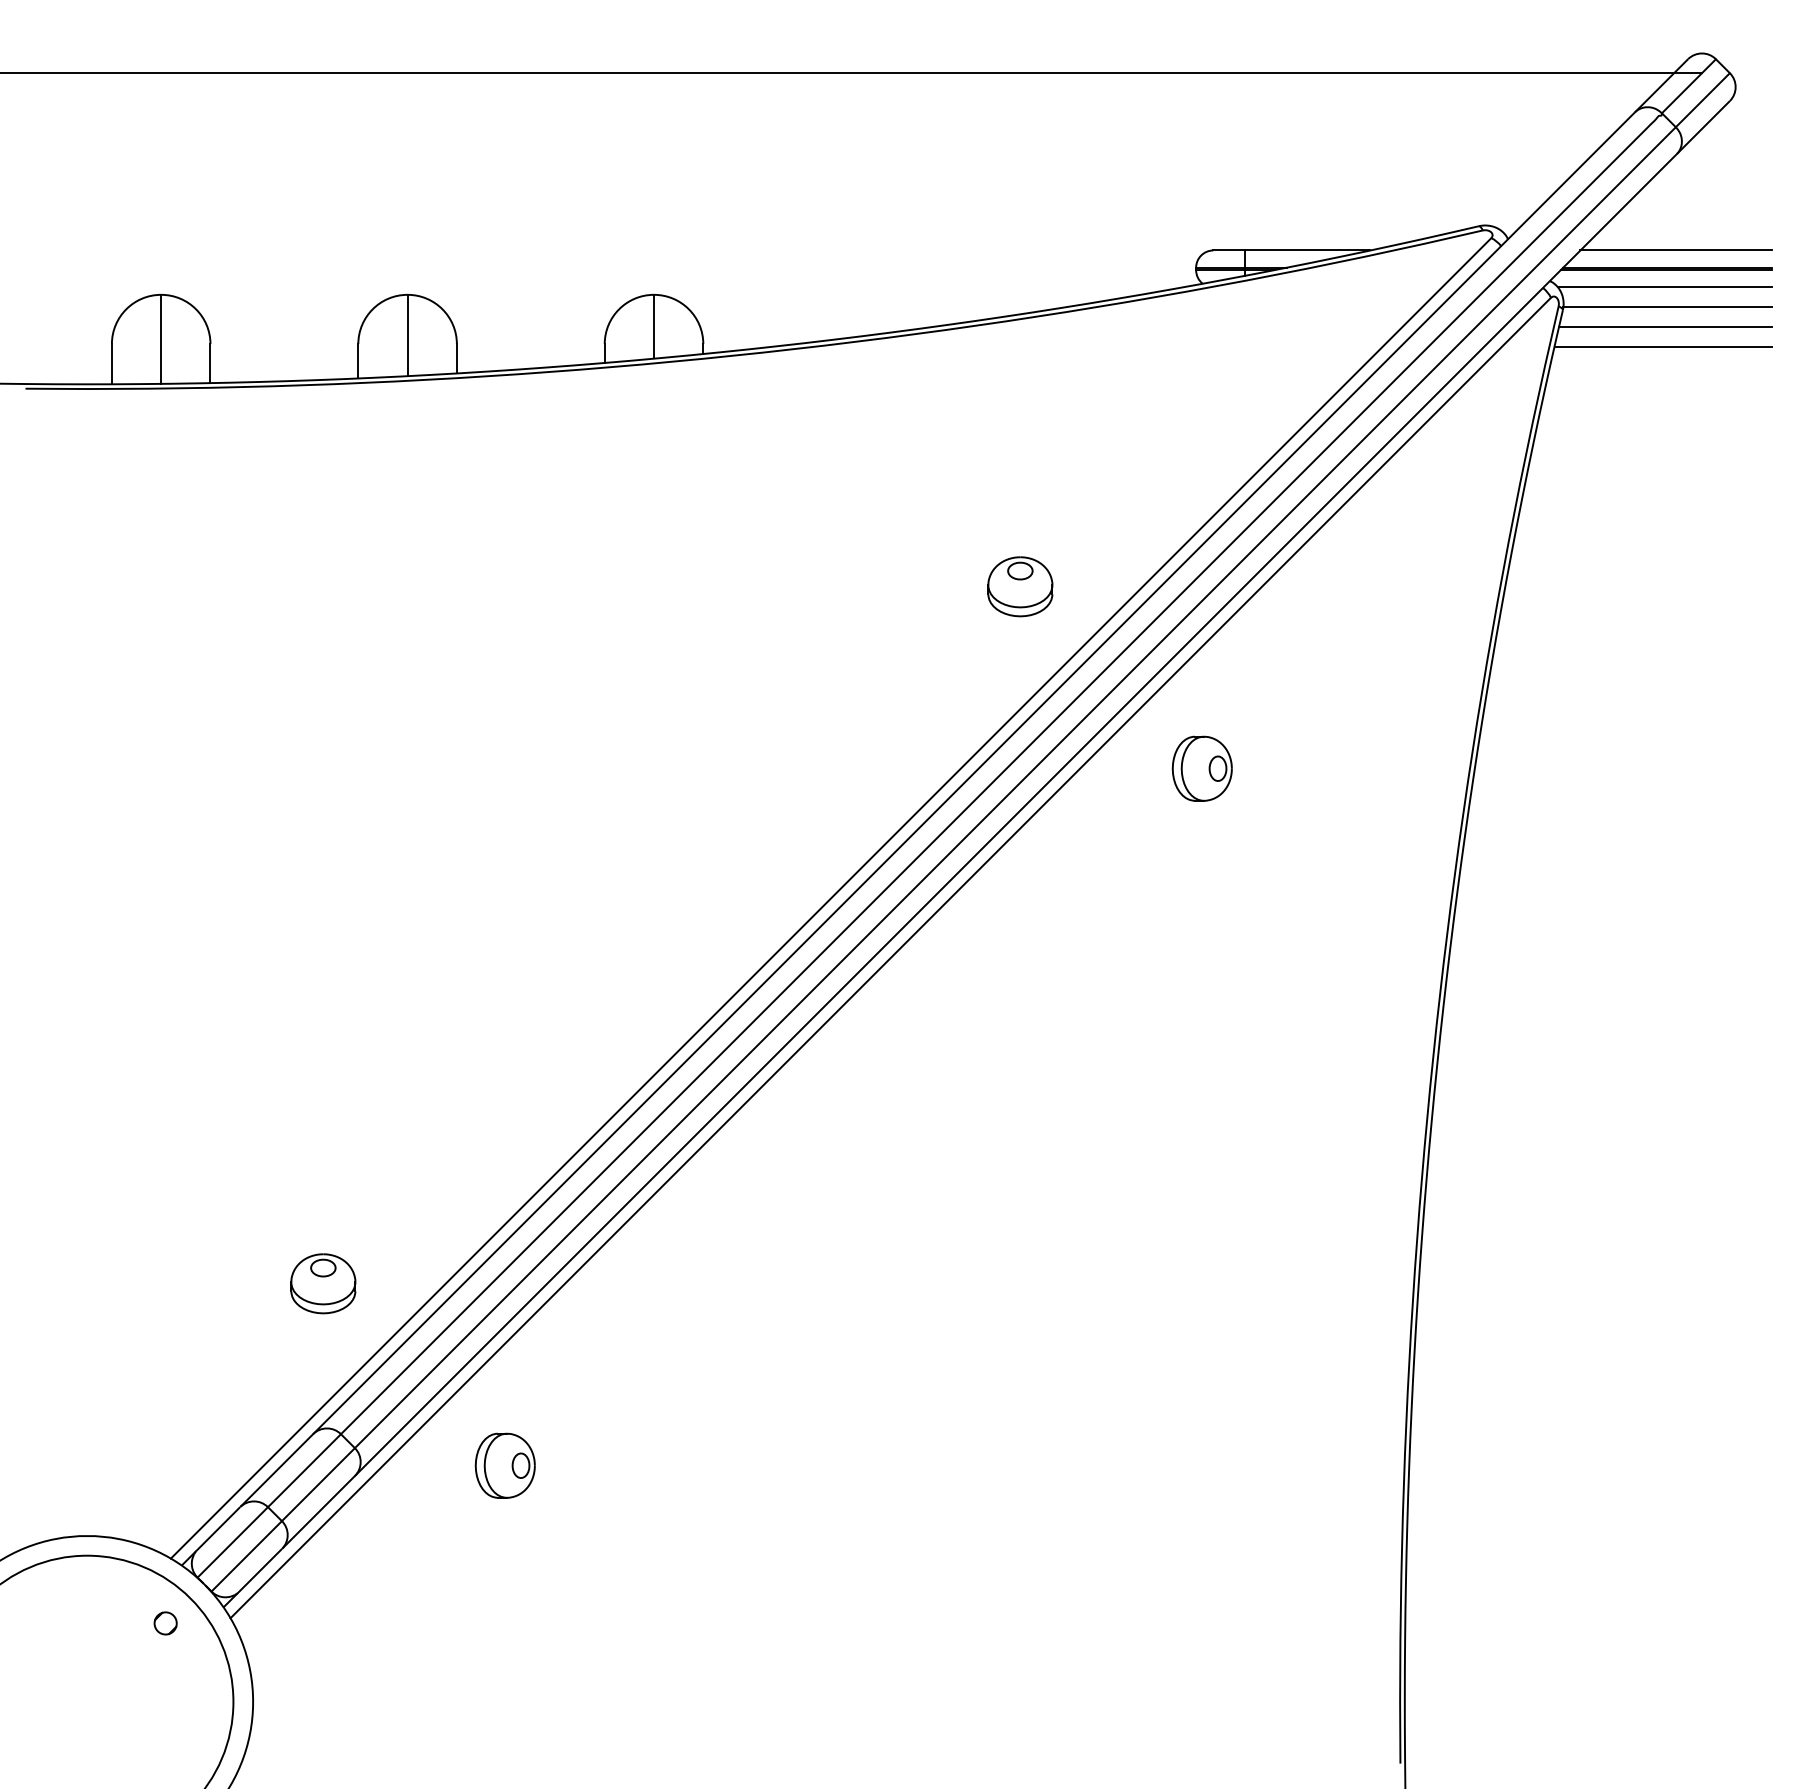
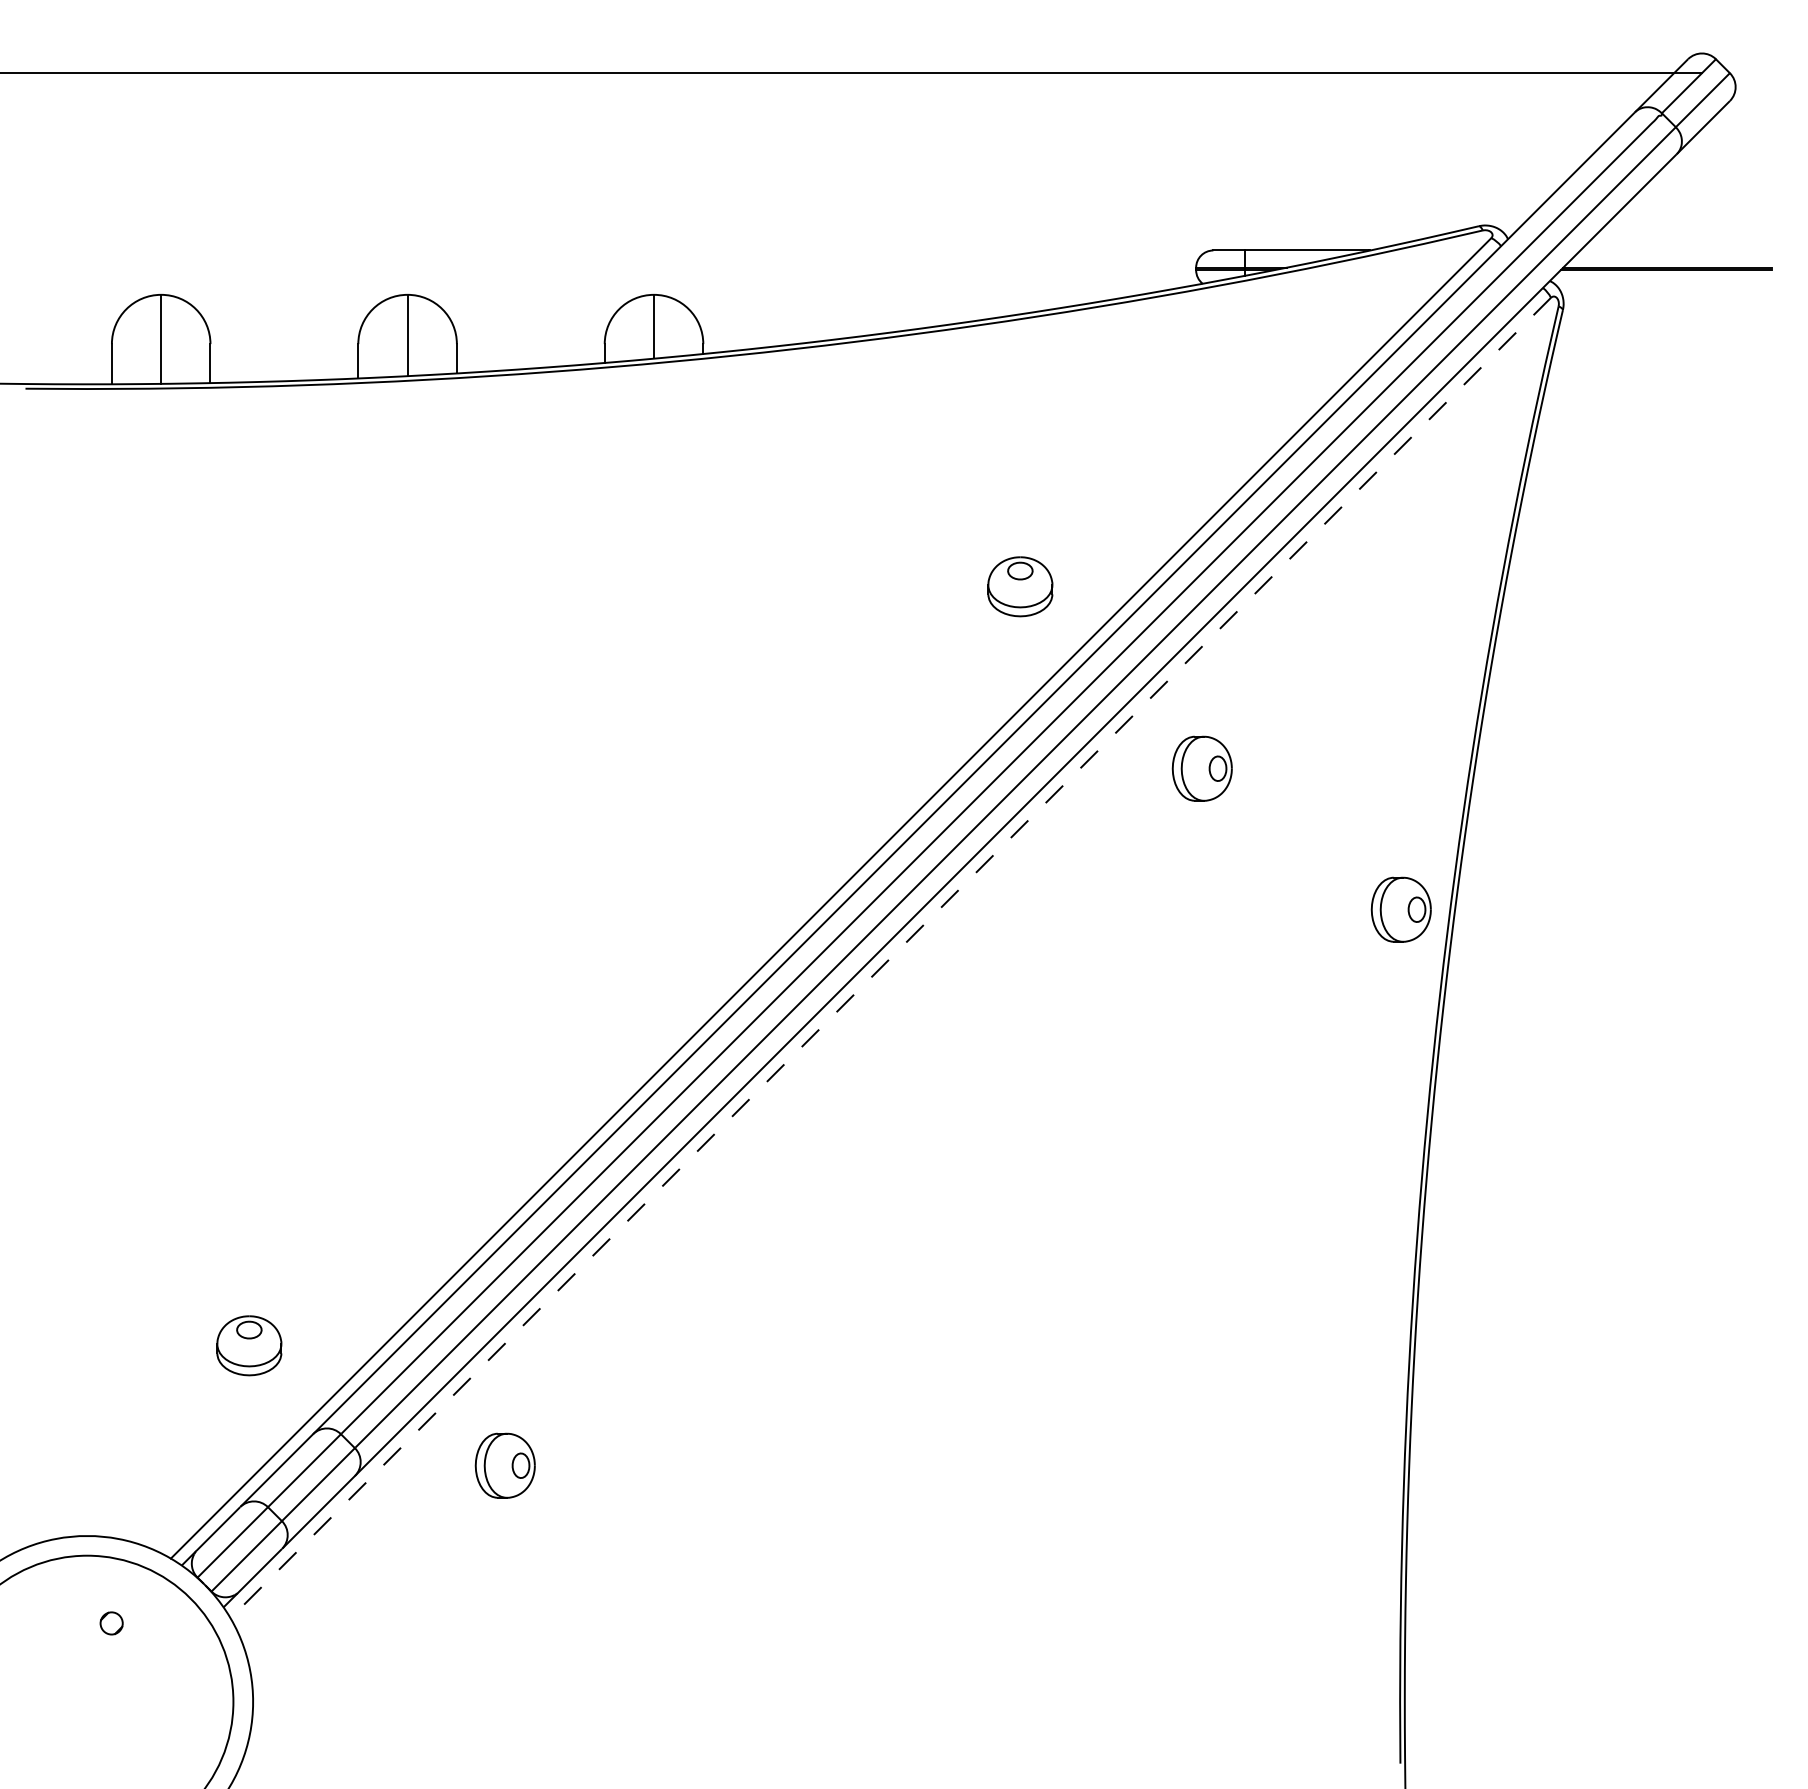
line at (1675, 250): present -> none
line at (1664, 287): present -> none
line at (1667, 307): present -> none
line at (1665, 326): present -> none
line at (1662, 346): present -> none
part at (1400, 909): none -> present
line at (890, 958): solid -> dashed
part at (323, 1283) position: (323, 1283) -> (249, 1345)
circle at (165, 1623) position: (165, 1623) -> (111, 1623)
